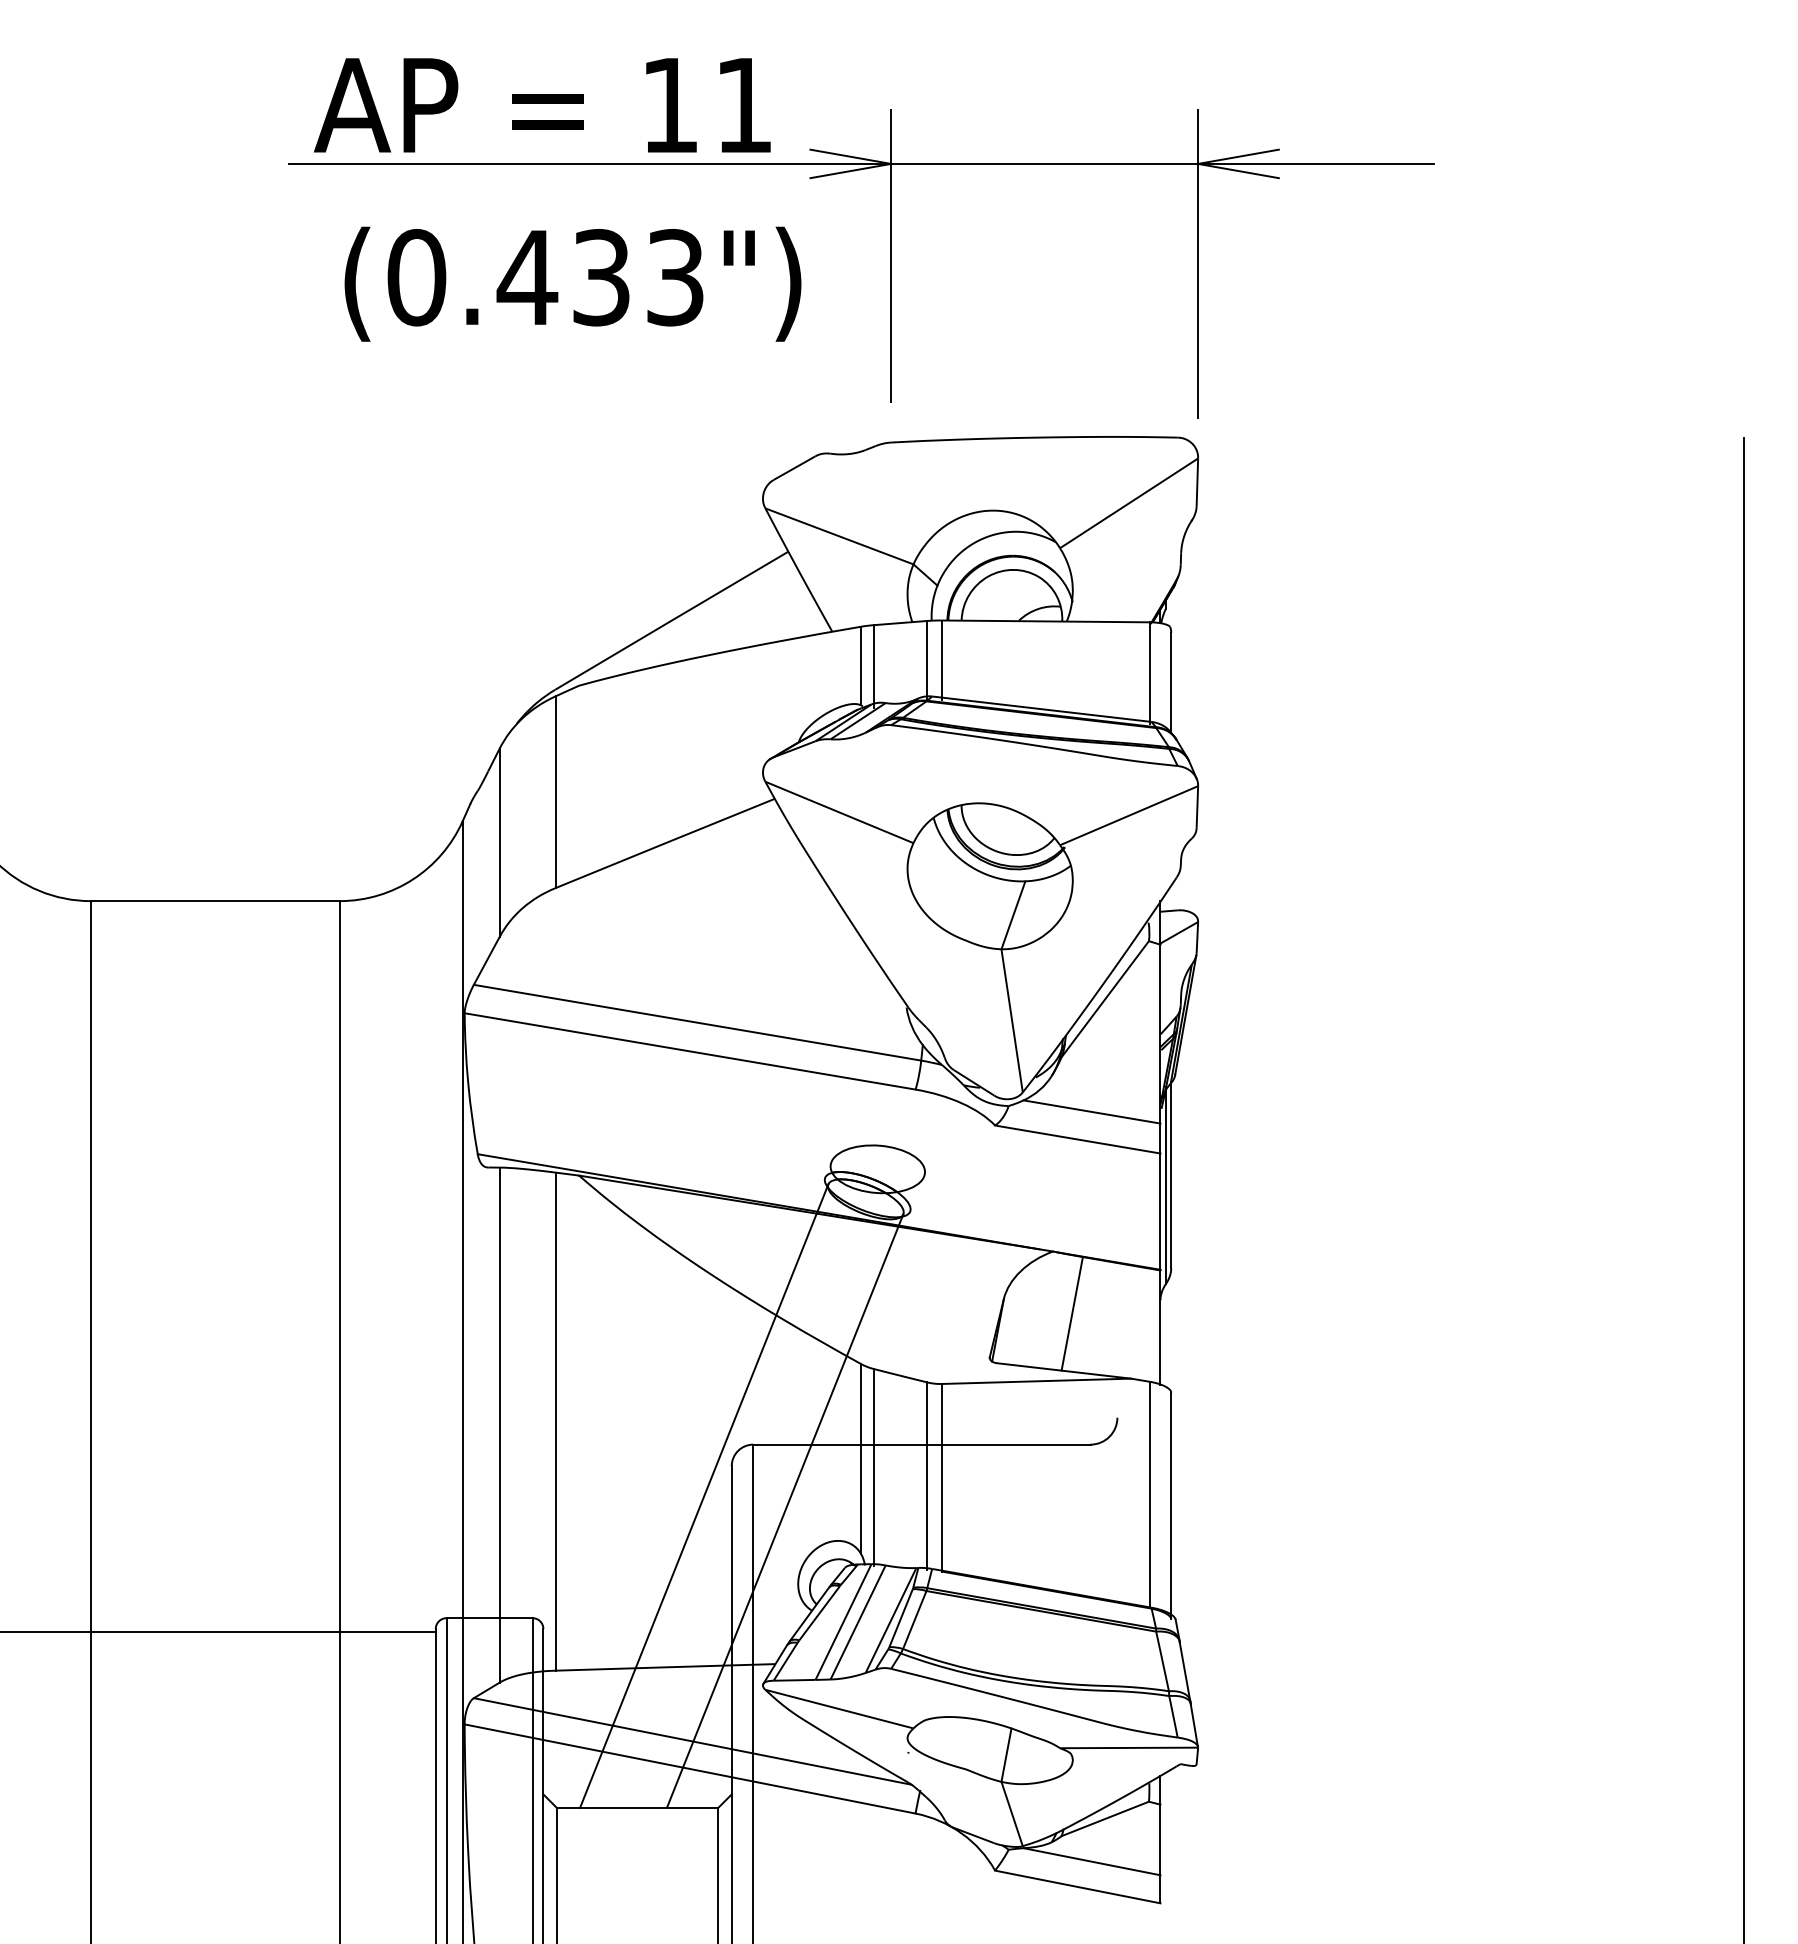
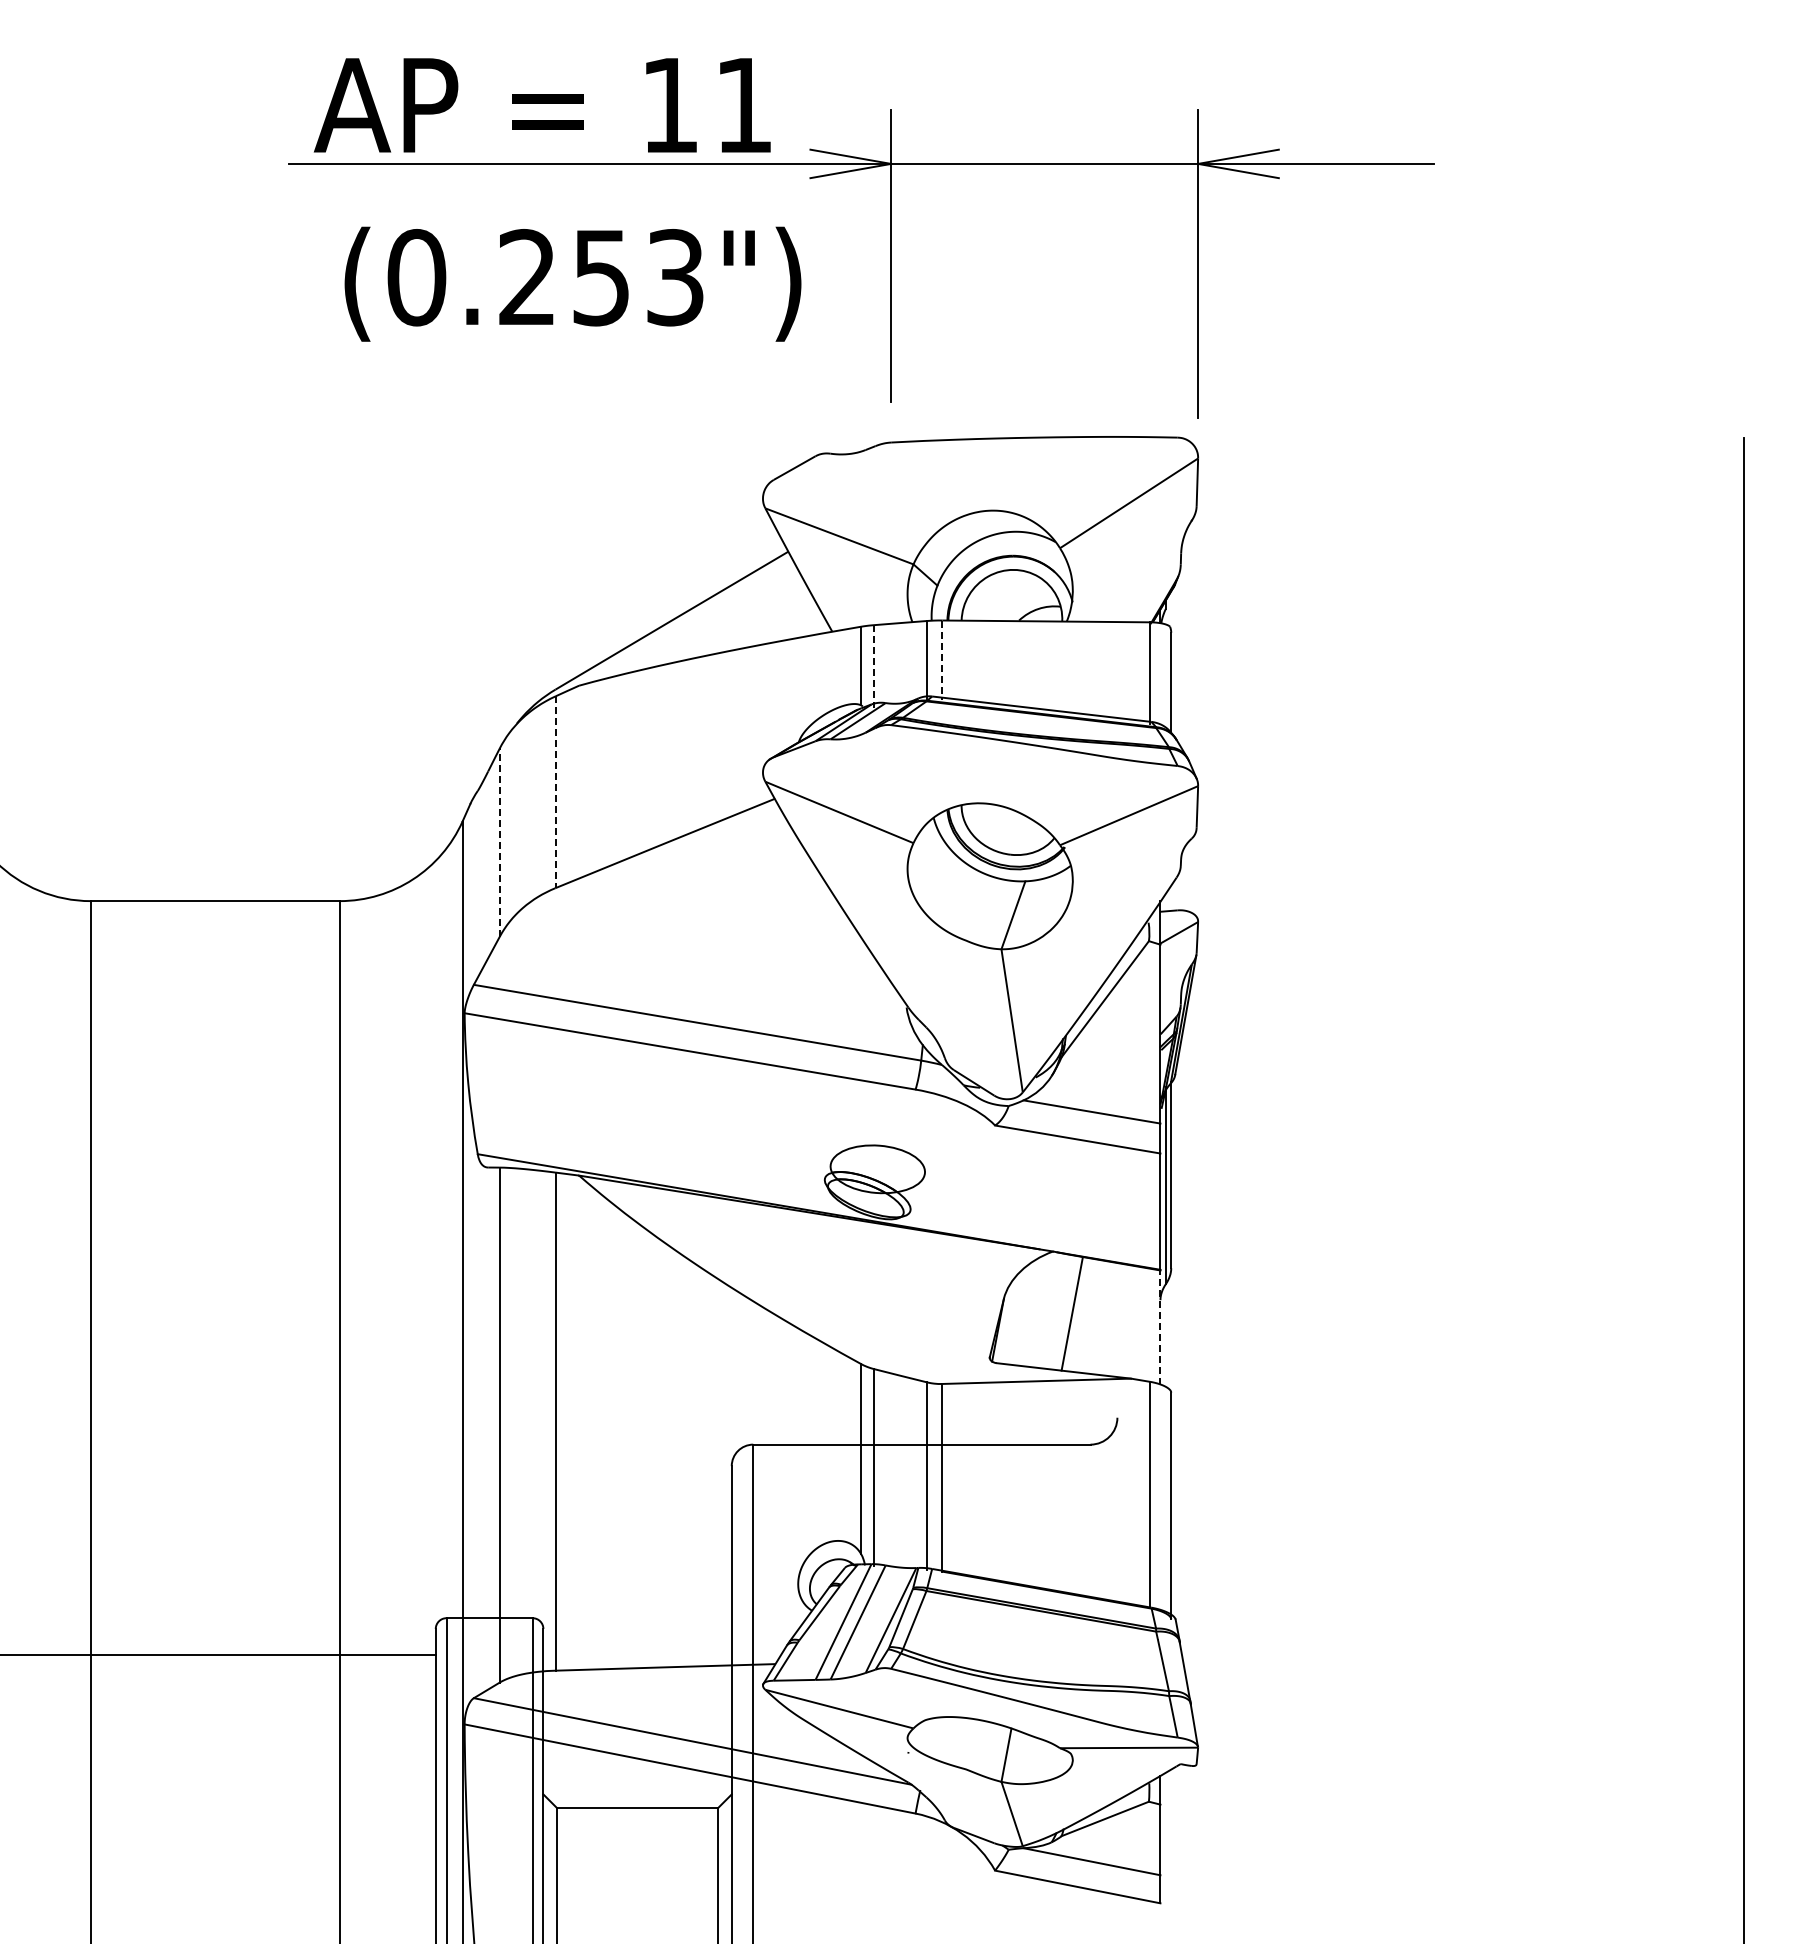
text at (562, 277): (0.433") -> (0.253")
line at (942, 660): solid -> dashed
line at (874, 666): solid -> dashed
line at (555, 792): solid -> dashed
line at (499, 841): solid -> dashed
line at (1160, 1327): solid -> dashed
line at (704, 1495): present -> none
line at (784, 1510): present -> none
line at (218, 1631) position: (218, 1631) -> (218, 1654)
